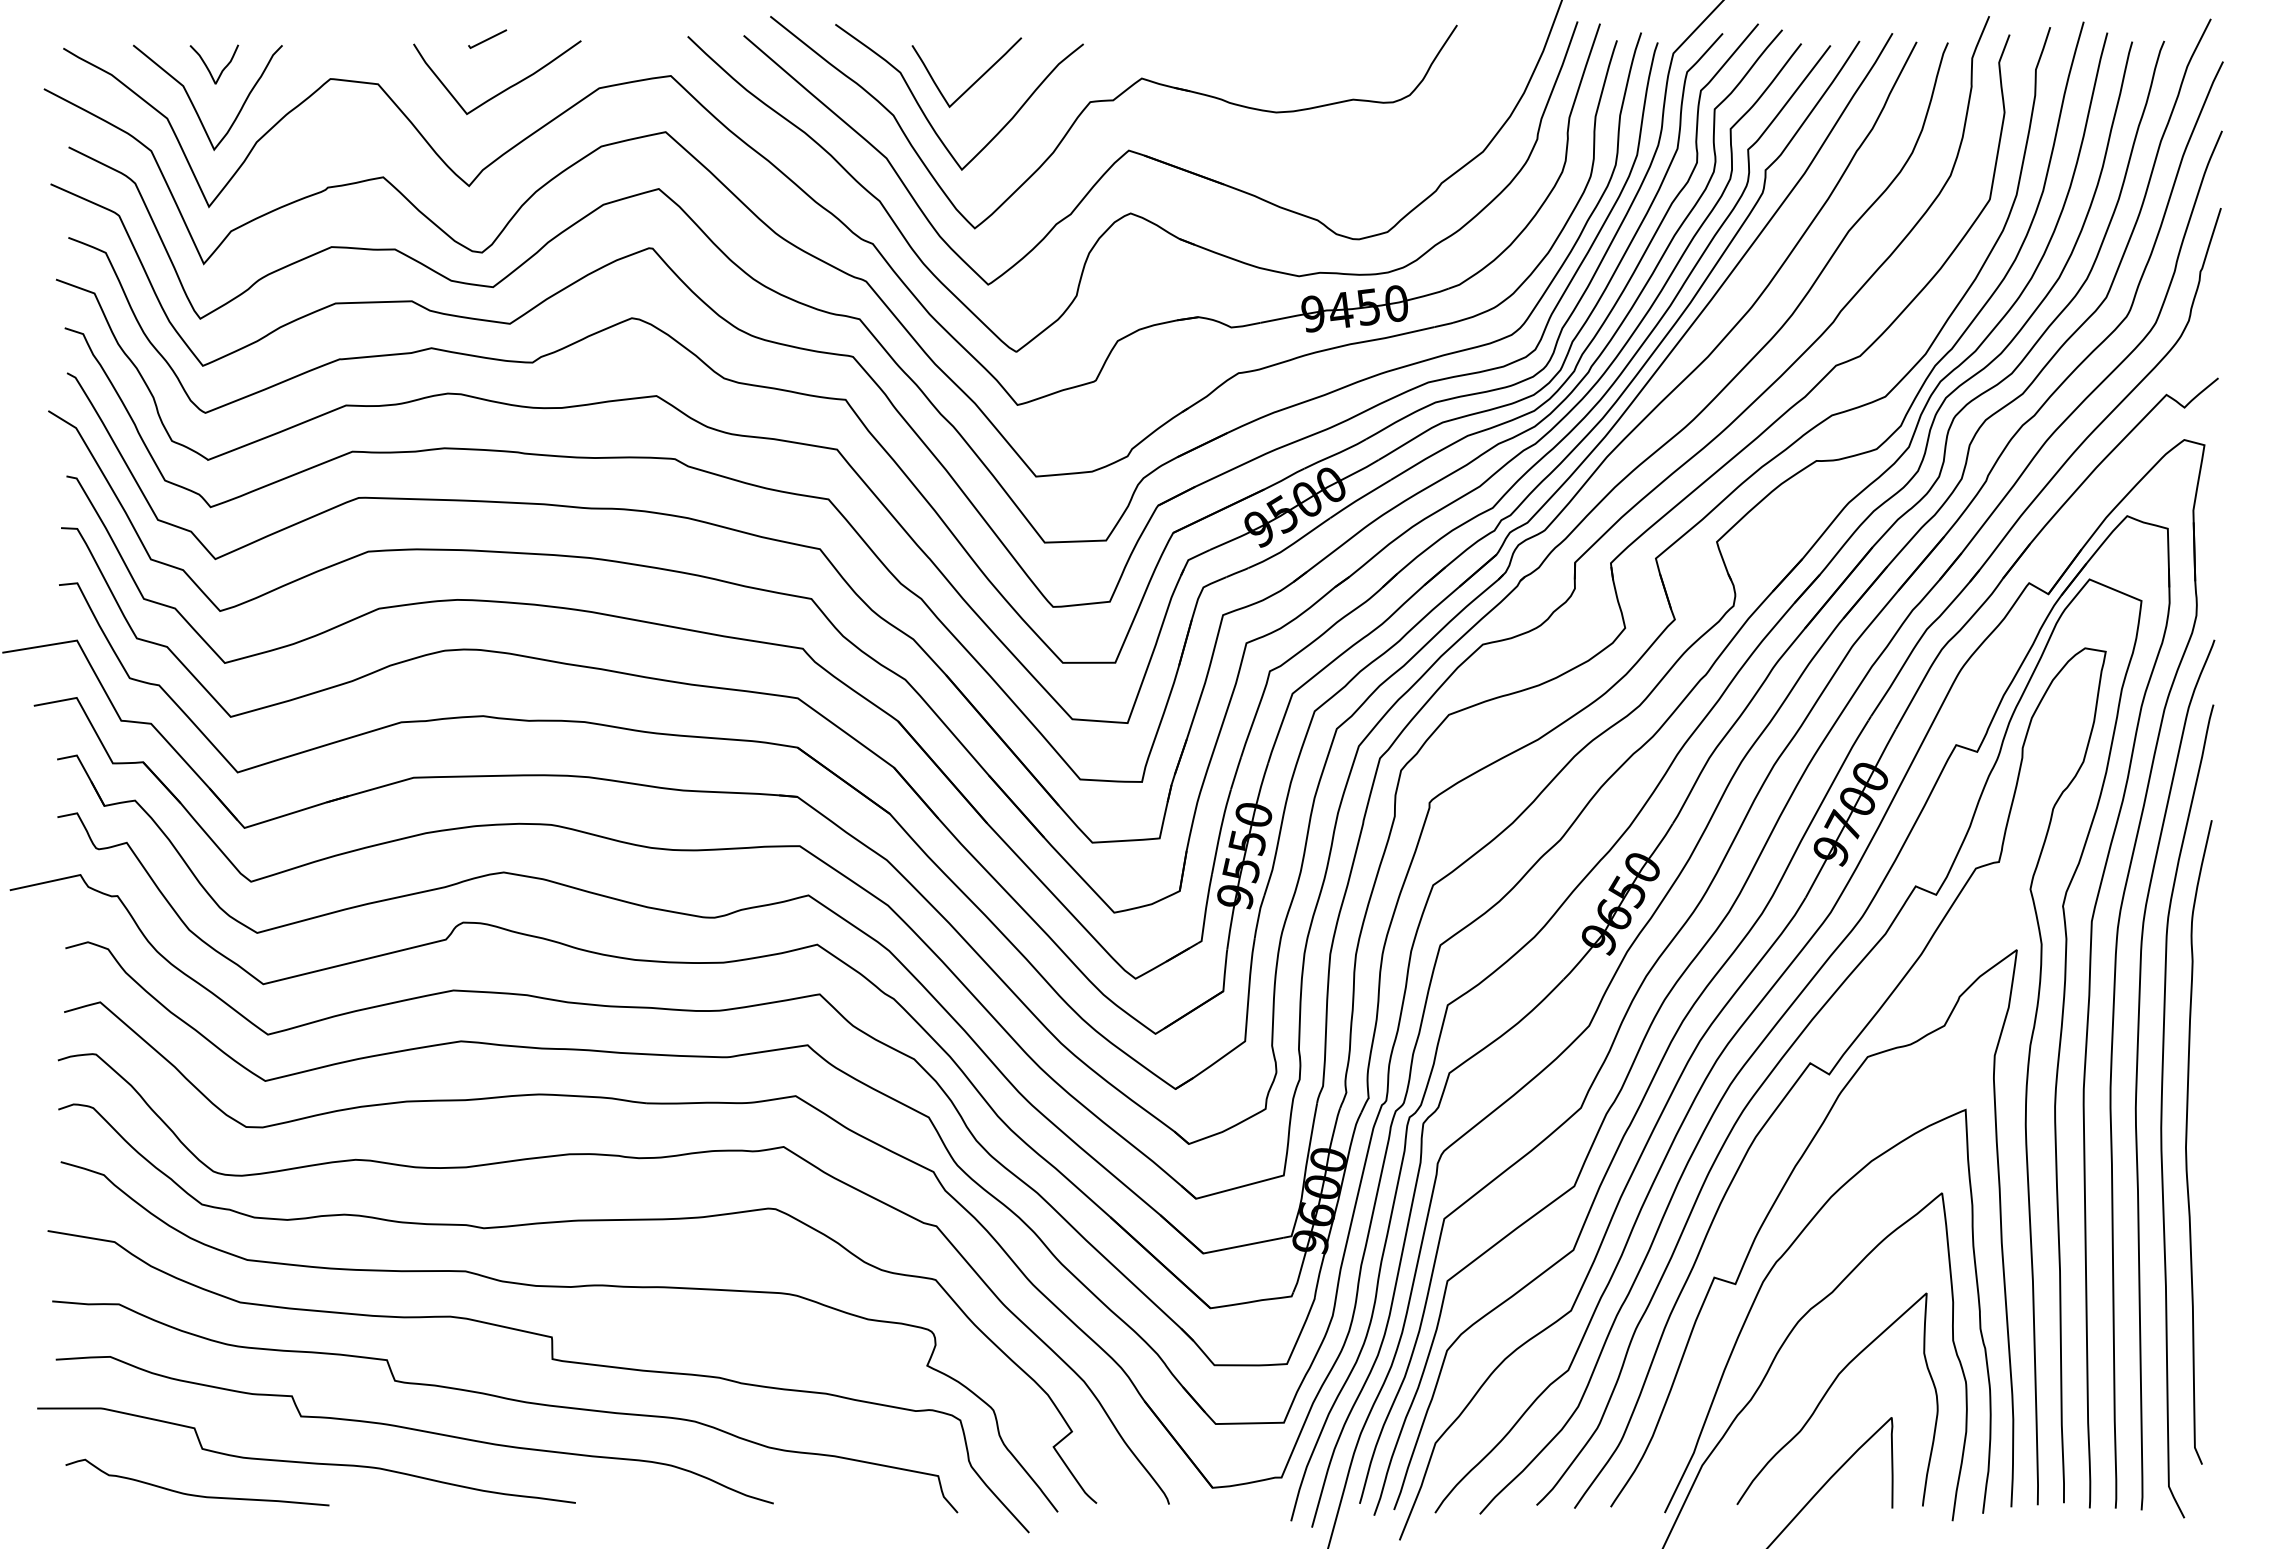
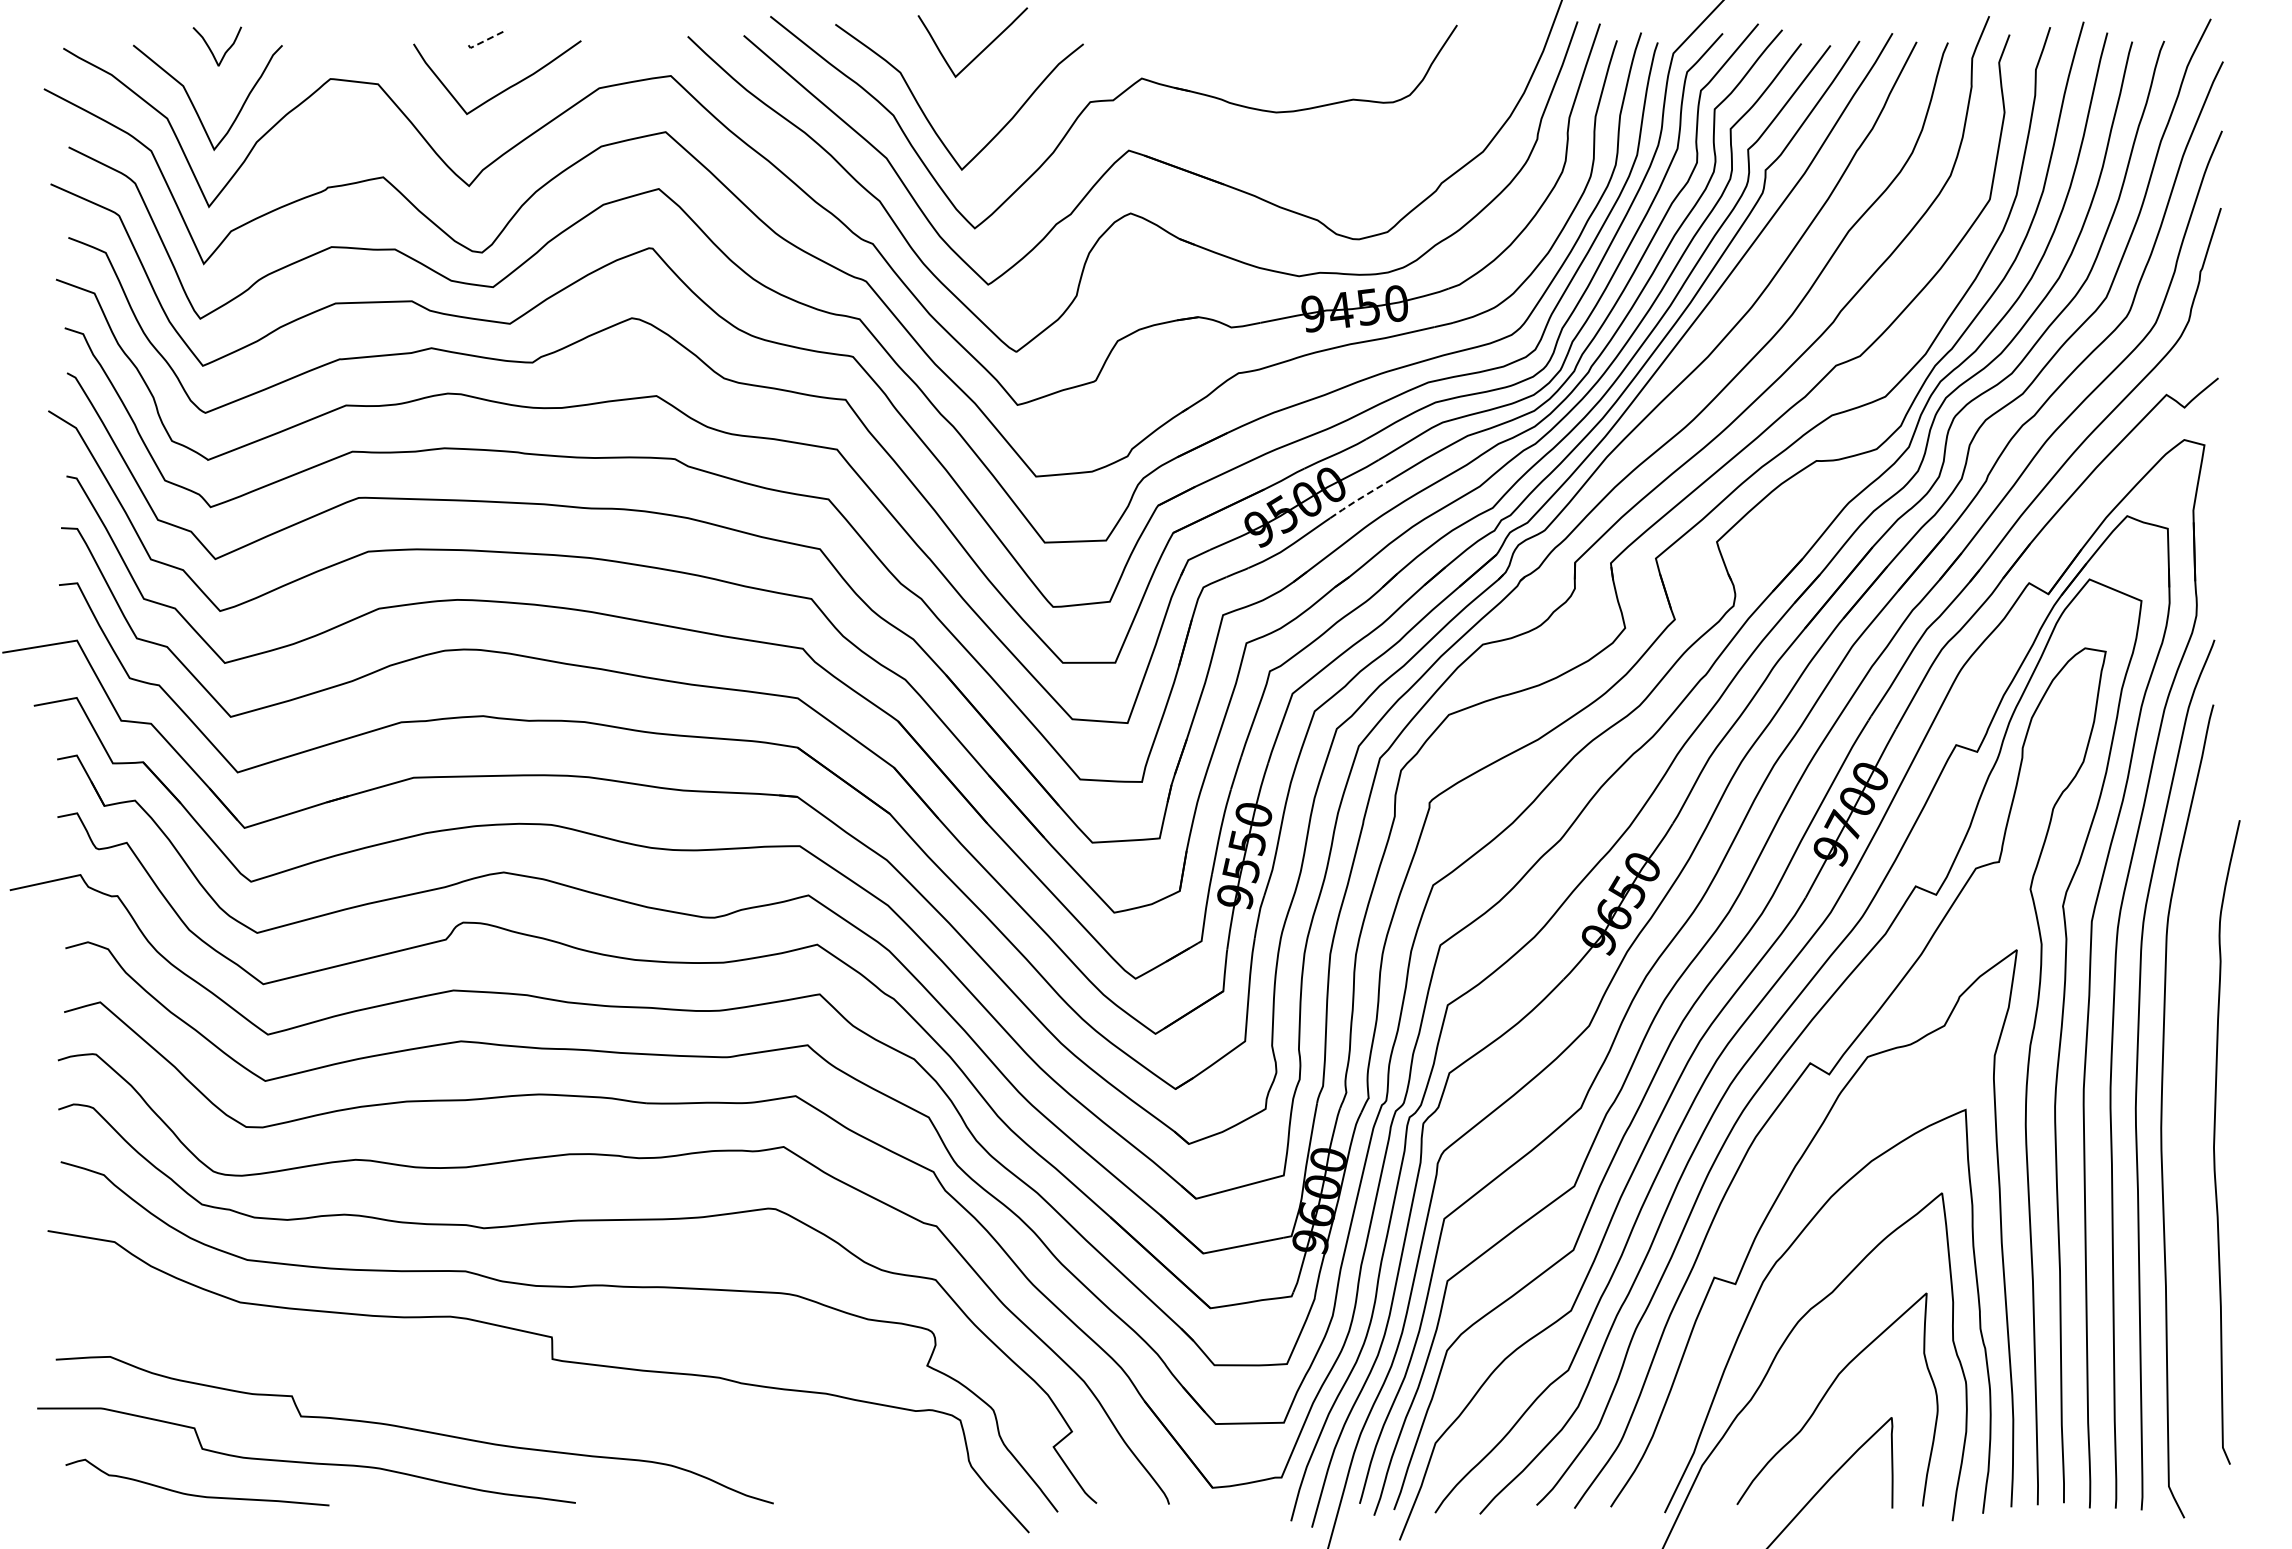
line at (486, 40): solid -> dashed
curve at (208, 67) position: (208, 67) -> (211, 49)
curve at (974, 81) position: (974, 81) -> (980, 51)
line at (1359, 499): solid -> dashed
curve at (2187, 1141) position: (2187, 1141) -> (2215, 1141)
curve at (505, 1399): present -> none
